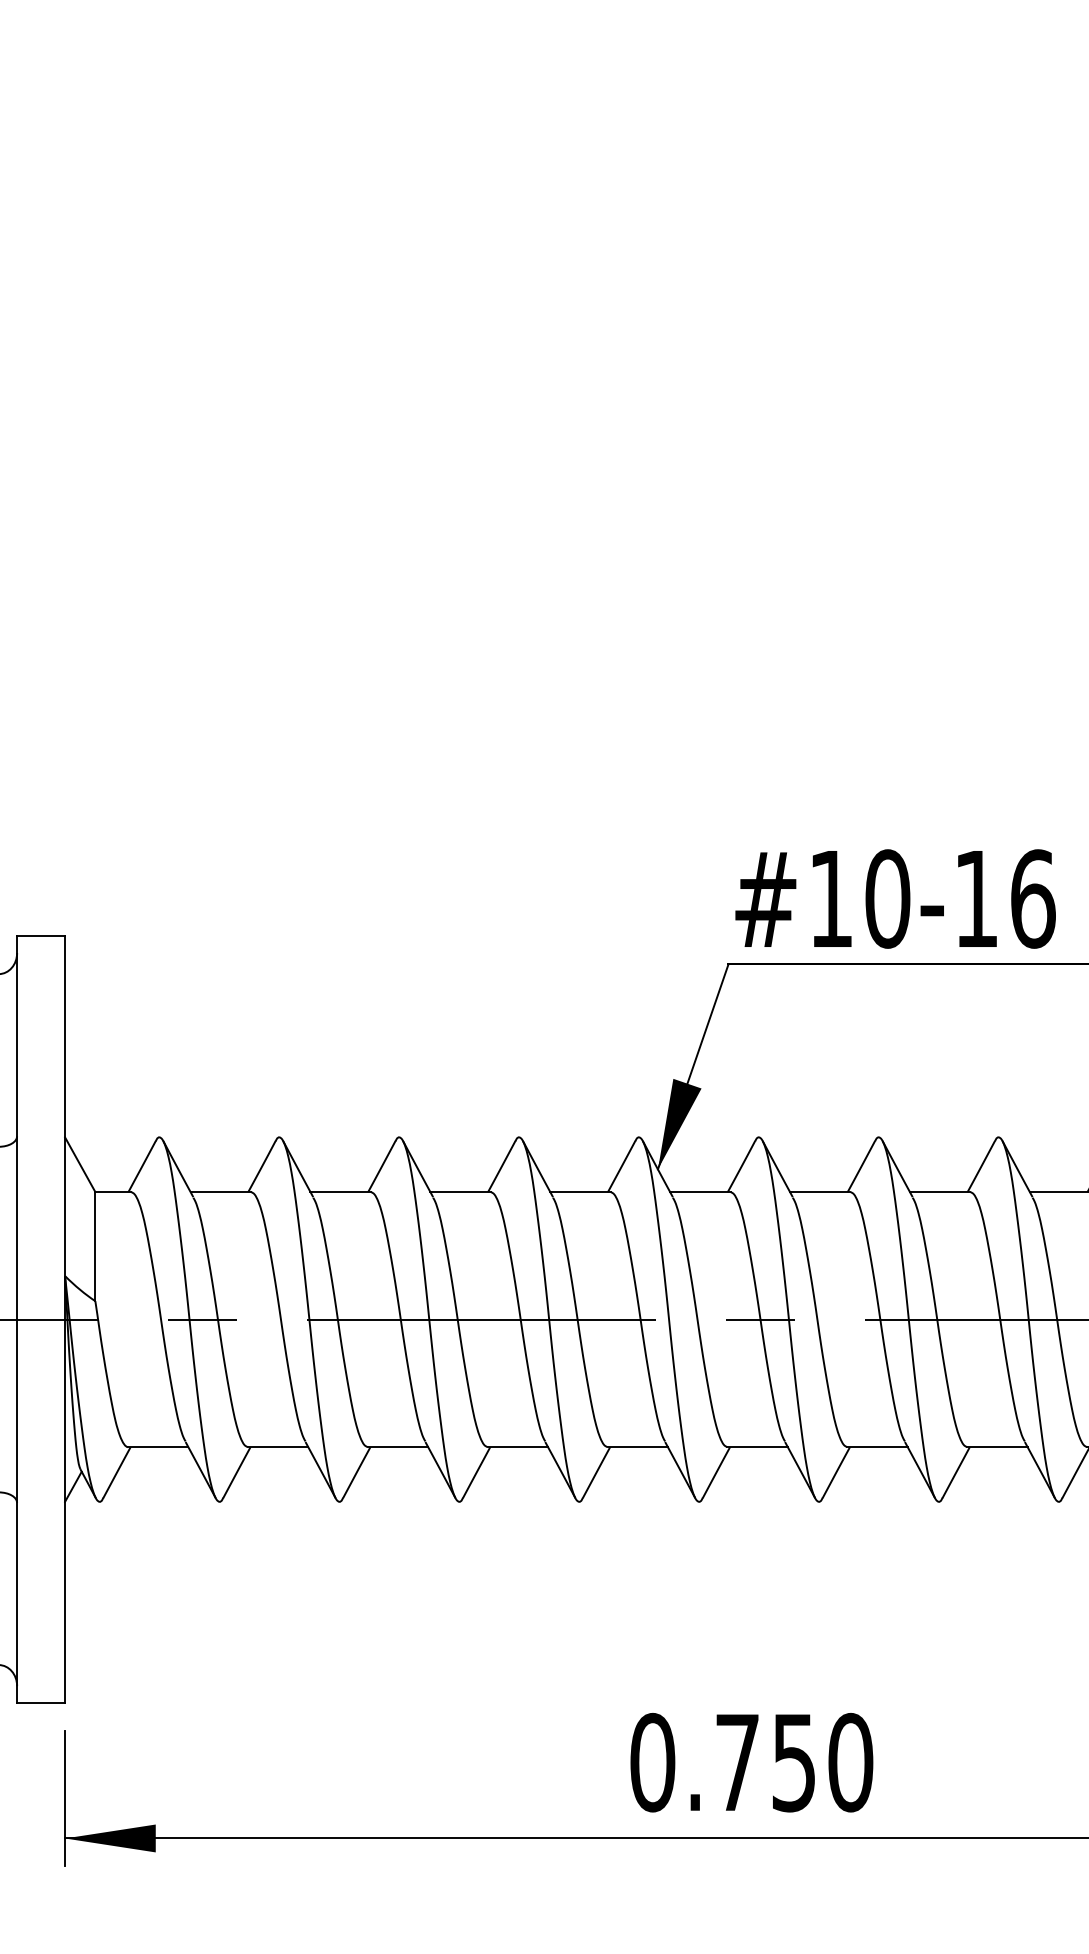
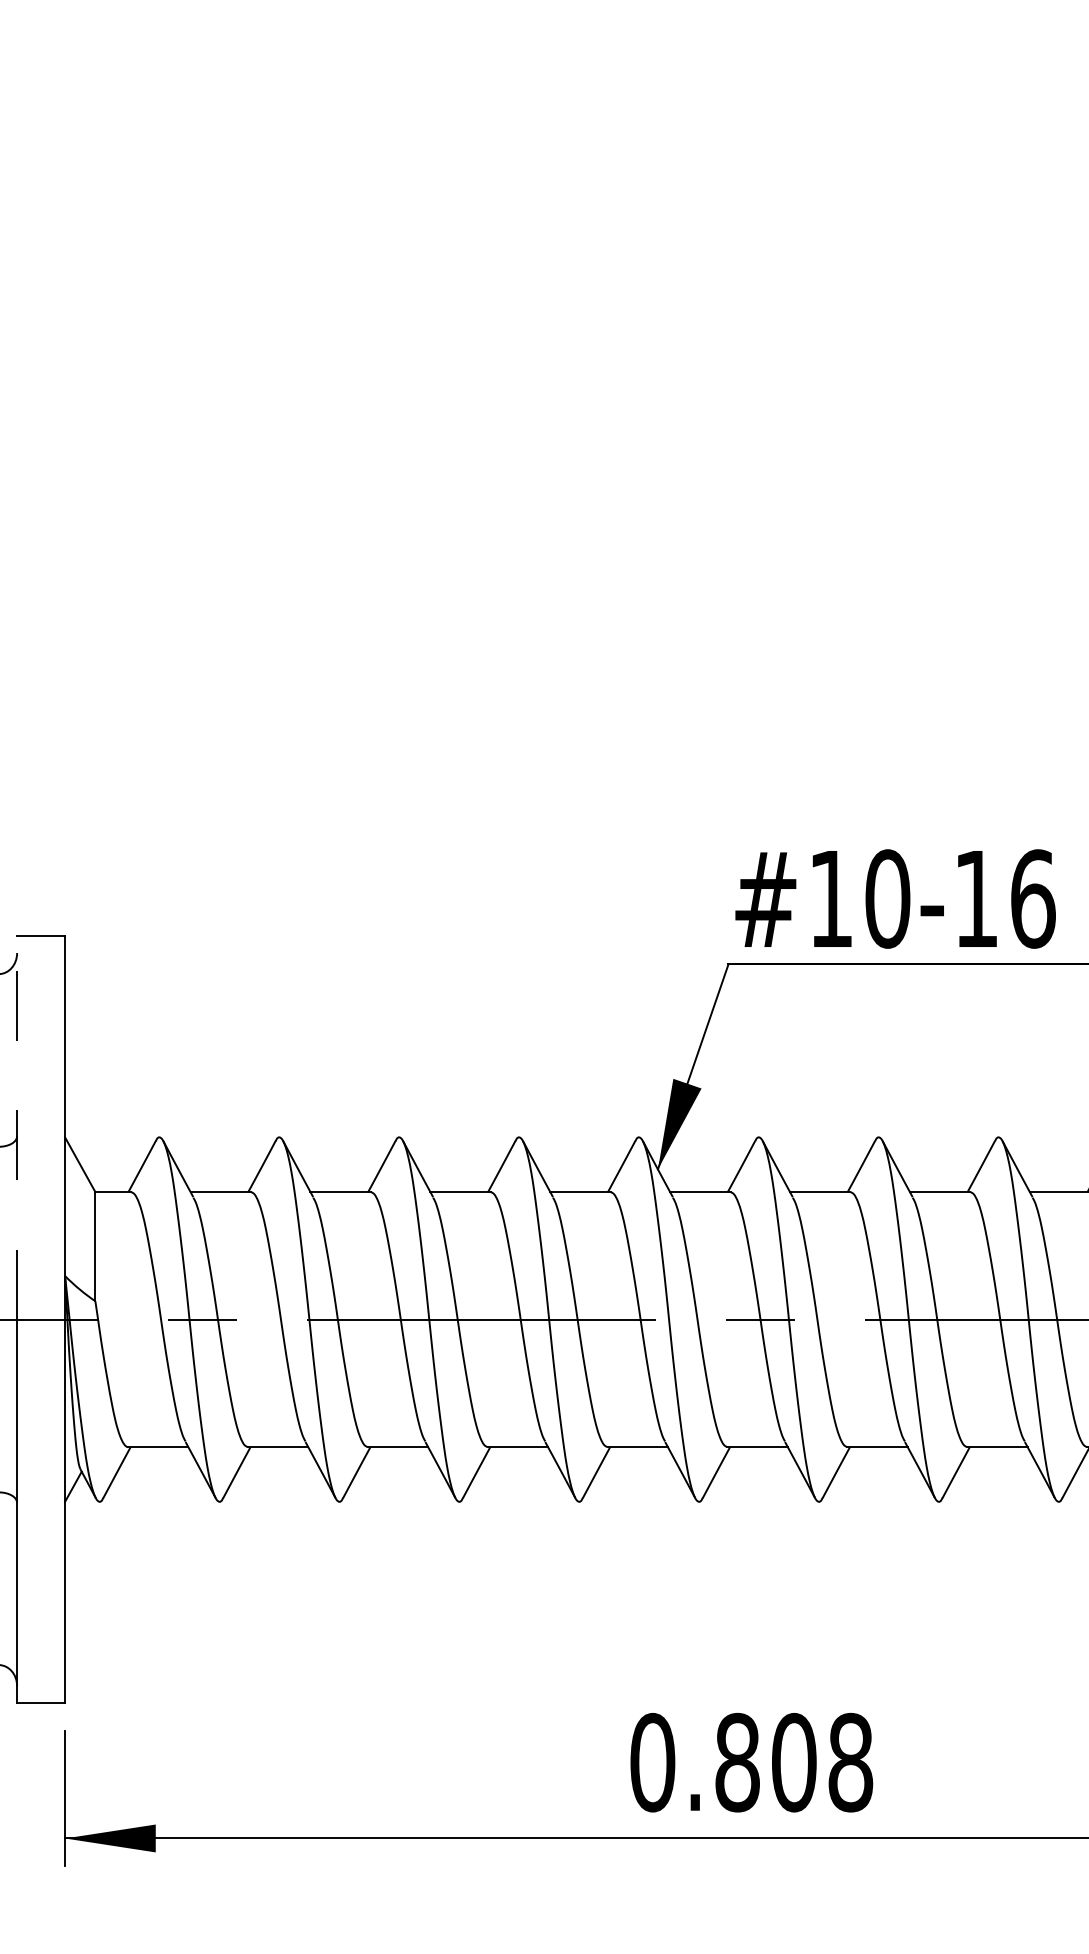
line at (17, 1127): solid -> dashed
text at (794, 1762): 0.750 -> 0.808
